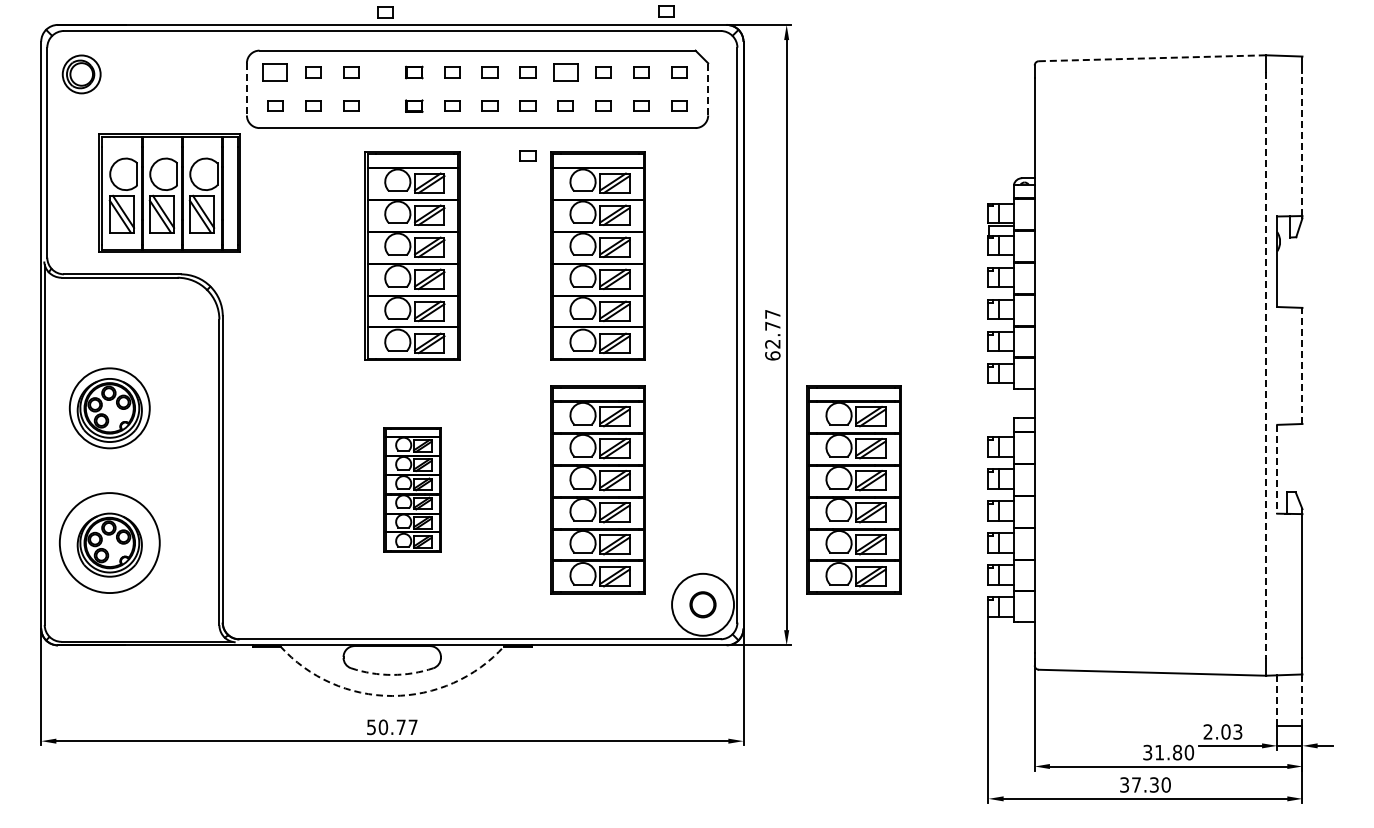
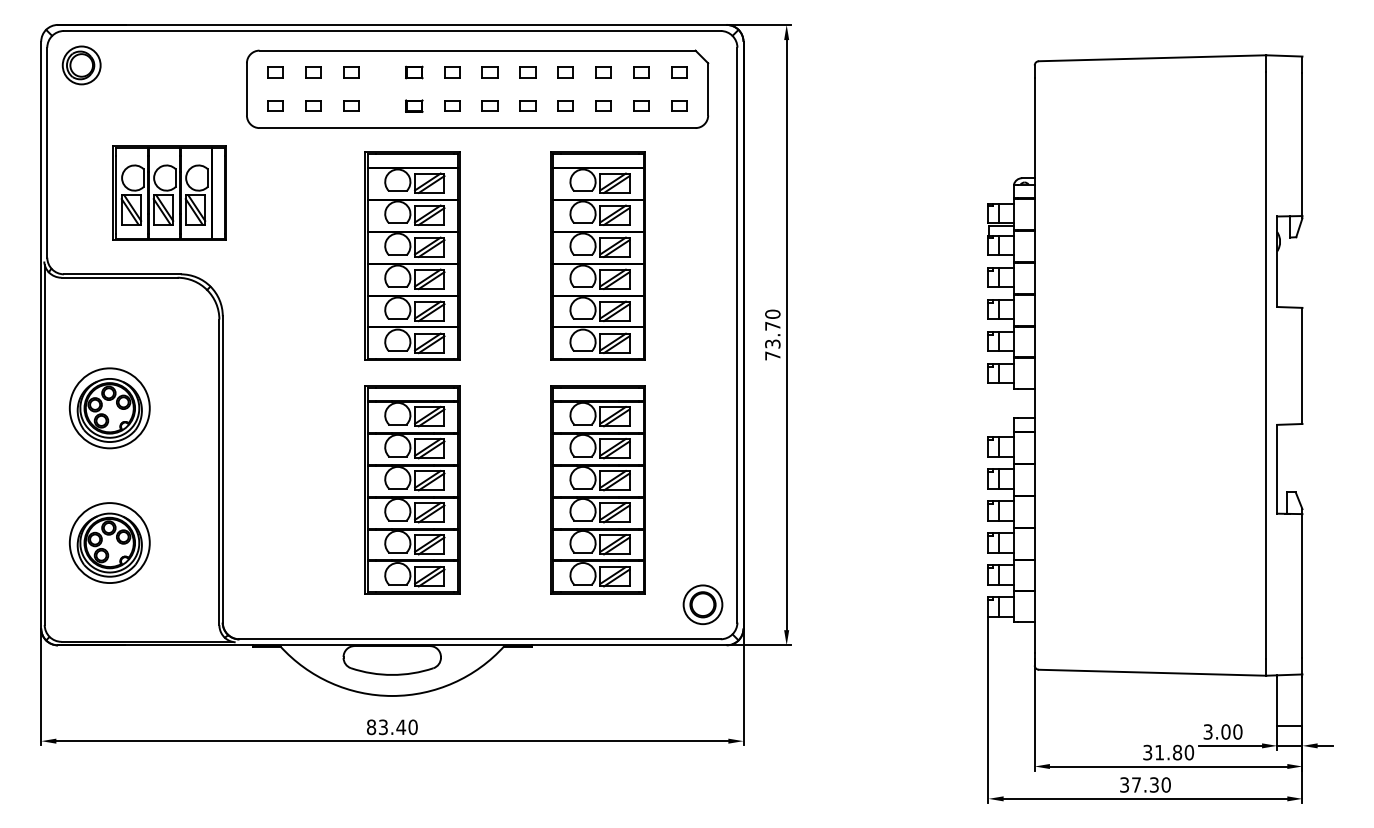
part at (666, 11): present -> none
part at (385, 12): present -> none
line at (1152, 58): dashed -> solid
part at (274, 72) size: 26x19 px -> 17x13 px
part at (565, 72) size: 26x19 px -> 17x13 px
part at (81, 74) position: (81, 74) -> (81, 65)
line at (708, 88): dashed -> solid
line at (246, 89): dashed -> solid
line at (1302, 144): dashed -> solid
part at (527, 155): present -> none
part at (169, 192) size: 143x120 px -> 115x96 px
text at (772, 334): 62.77 -> 73.70
line at (1302, 365): dashed -> solid
line at (1266, 366): dashed -> solid
line at (1277, 469): dashed -> solid
part at (412, 489) size: 59x126 px -> 97x210 px
part at (853, 489): present -> none
circle at (109, 543) diameter: 100 px -> 80 px
circle at (703, 604) diameter: 62 px -> 39 px
arc at (392, 674): dashed -> solid
arc at (392, 695): dashed -> solid
line at (1277, 701): dashed -> solid
line at (1302, 701): dashed -> solid
text at (392, 727): 50.77 -> 83.40
text at (1222, 731): 2.03 -> 3.00
